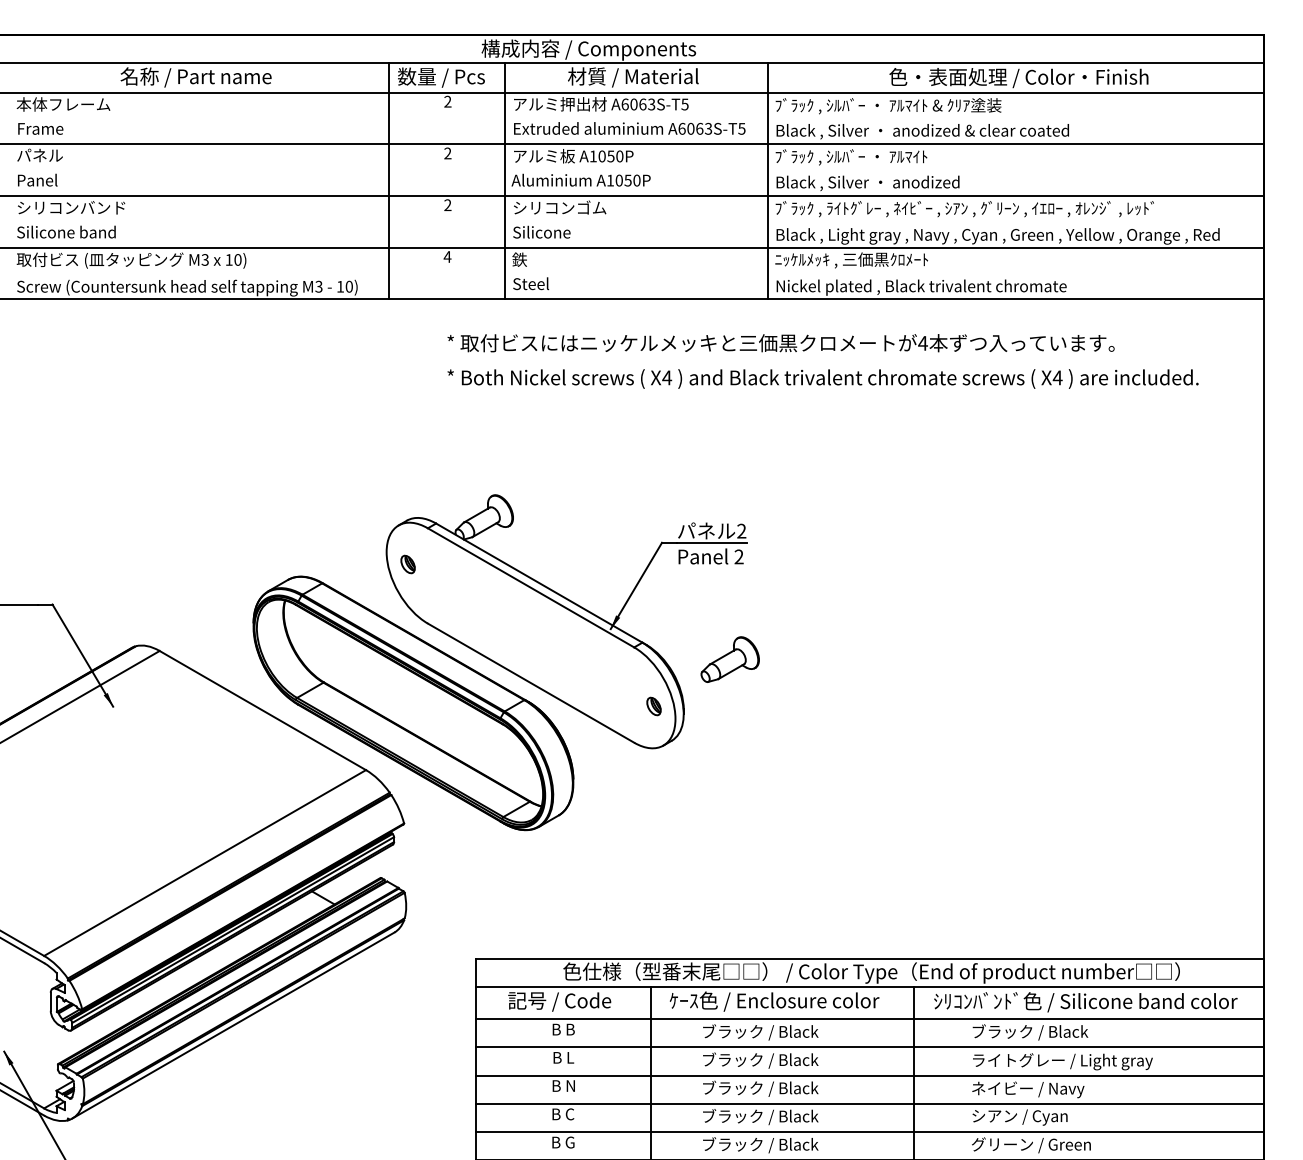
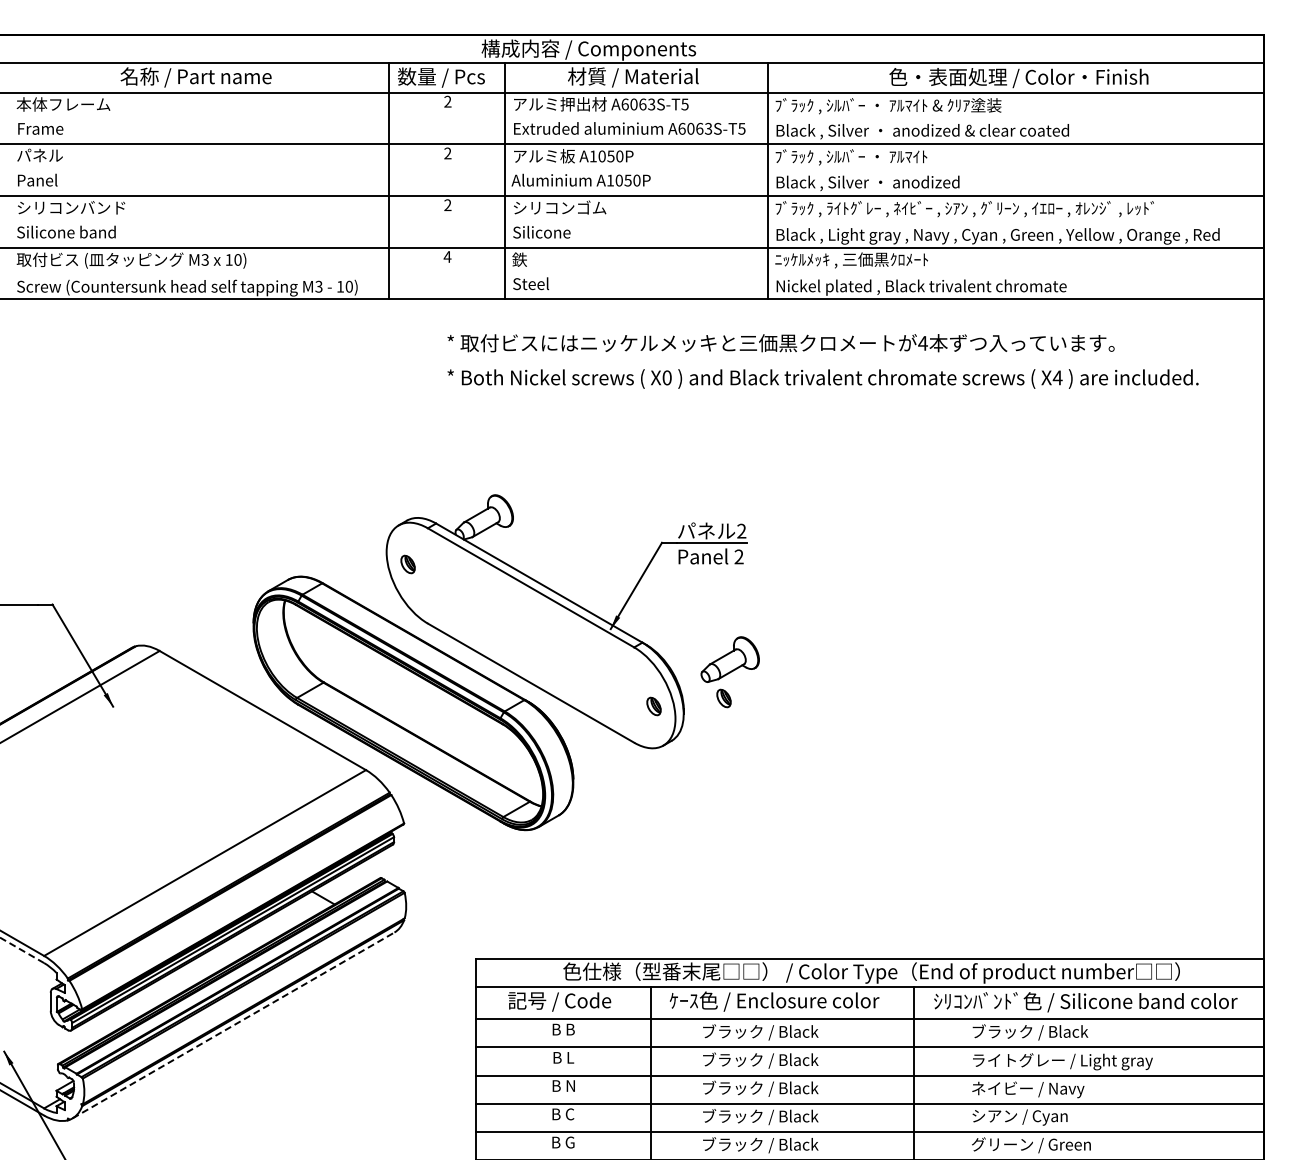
text at (667, 377): X4 -> X0
part at (723, 698): none -> present
line at (21, 950): solid -> dashed
line at (233, 1025): solid -> dashed
